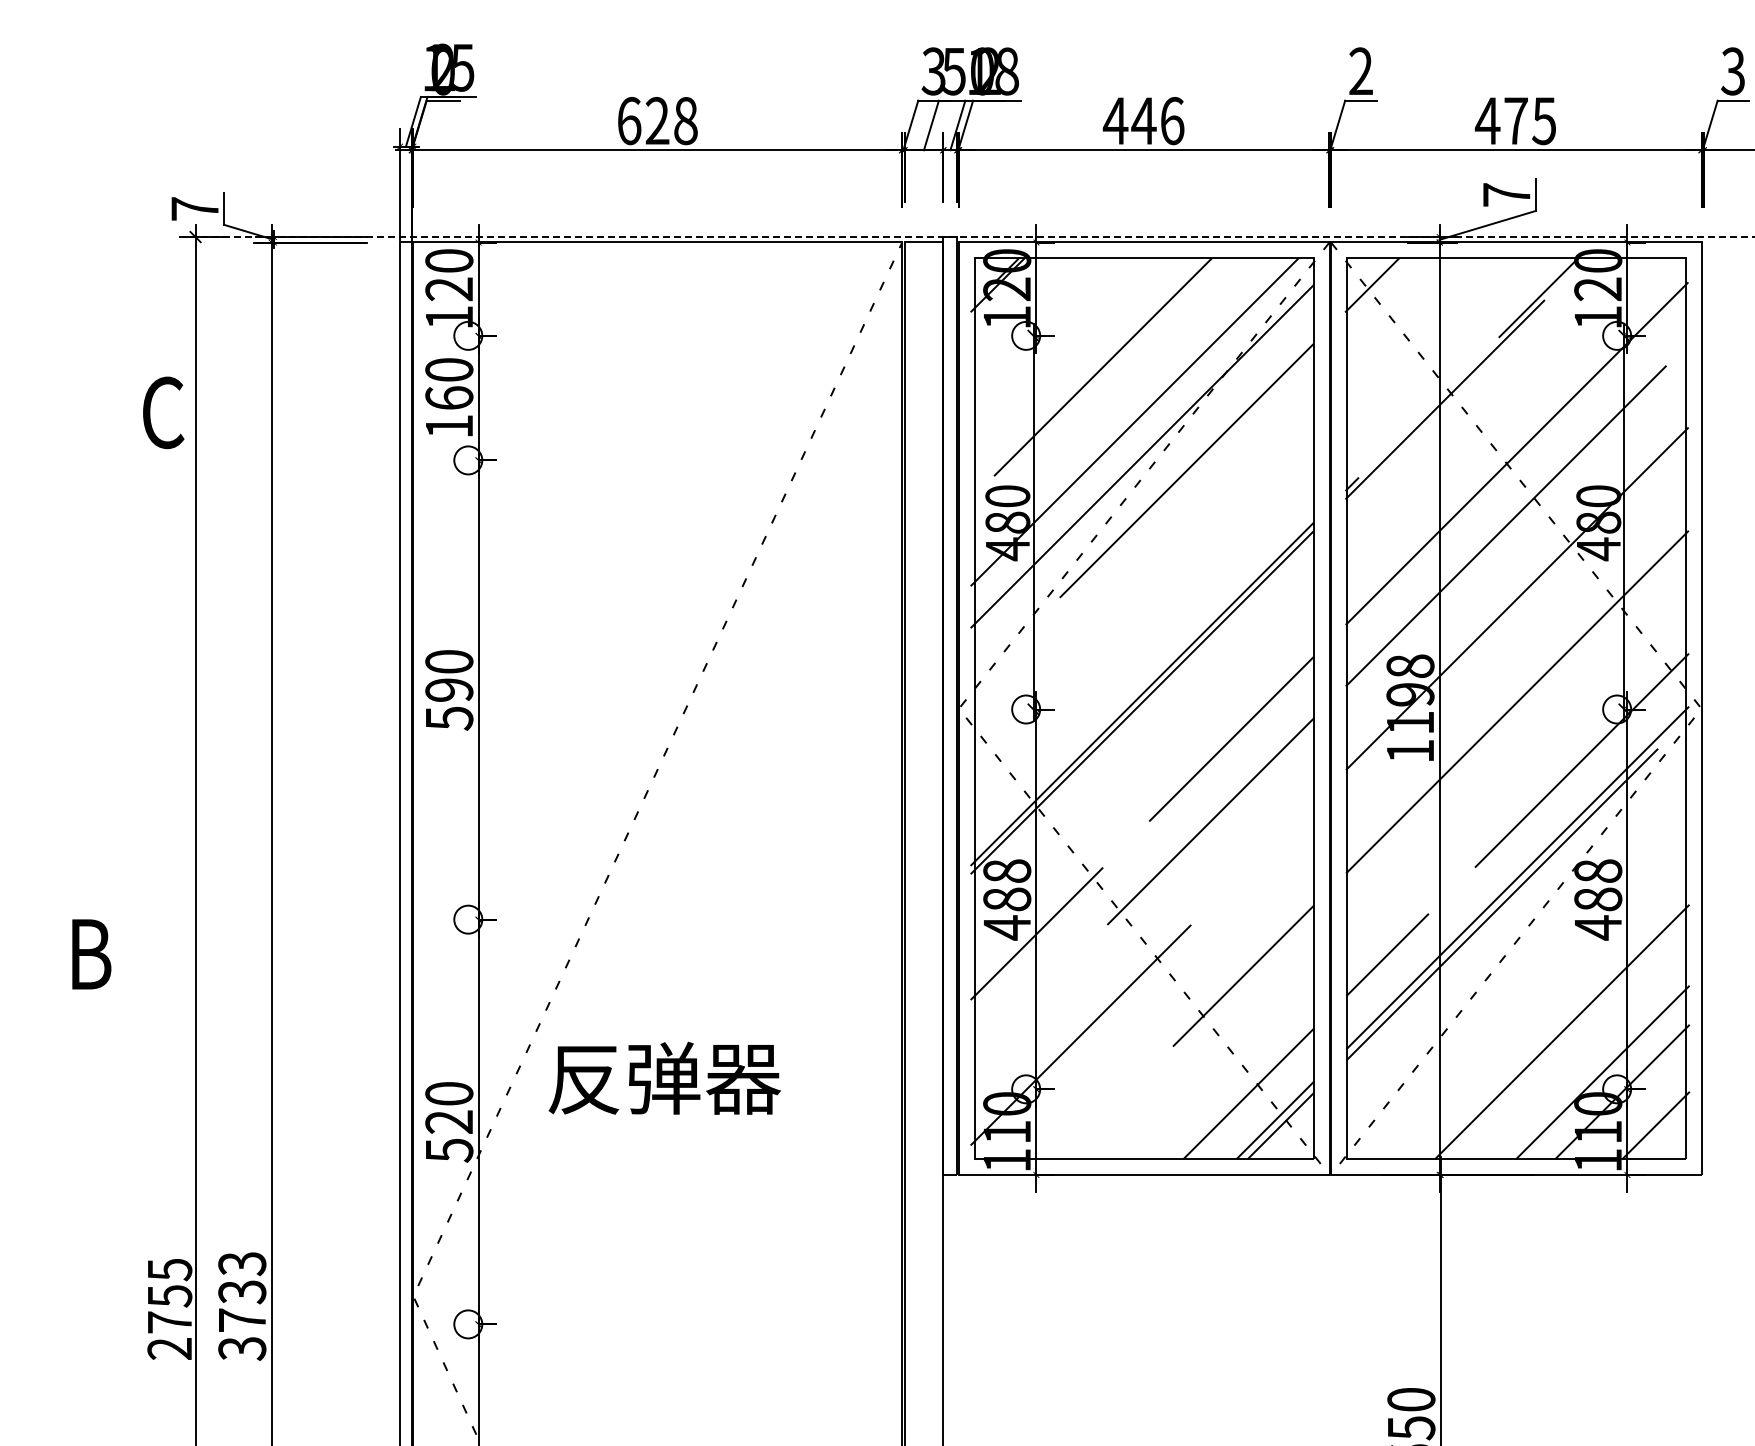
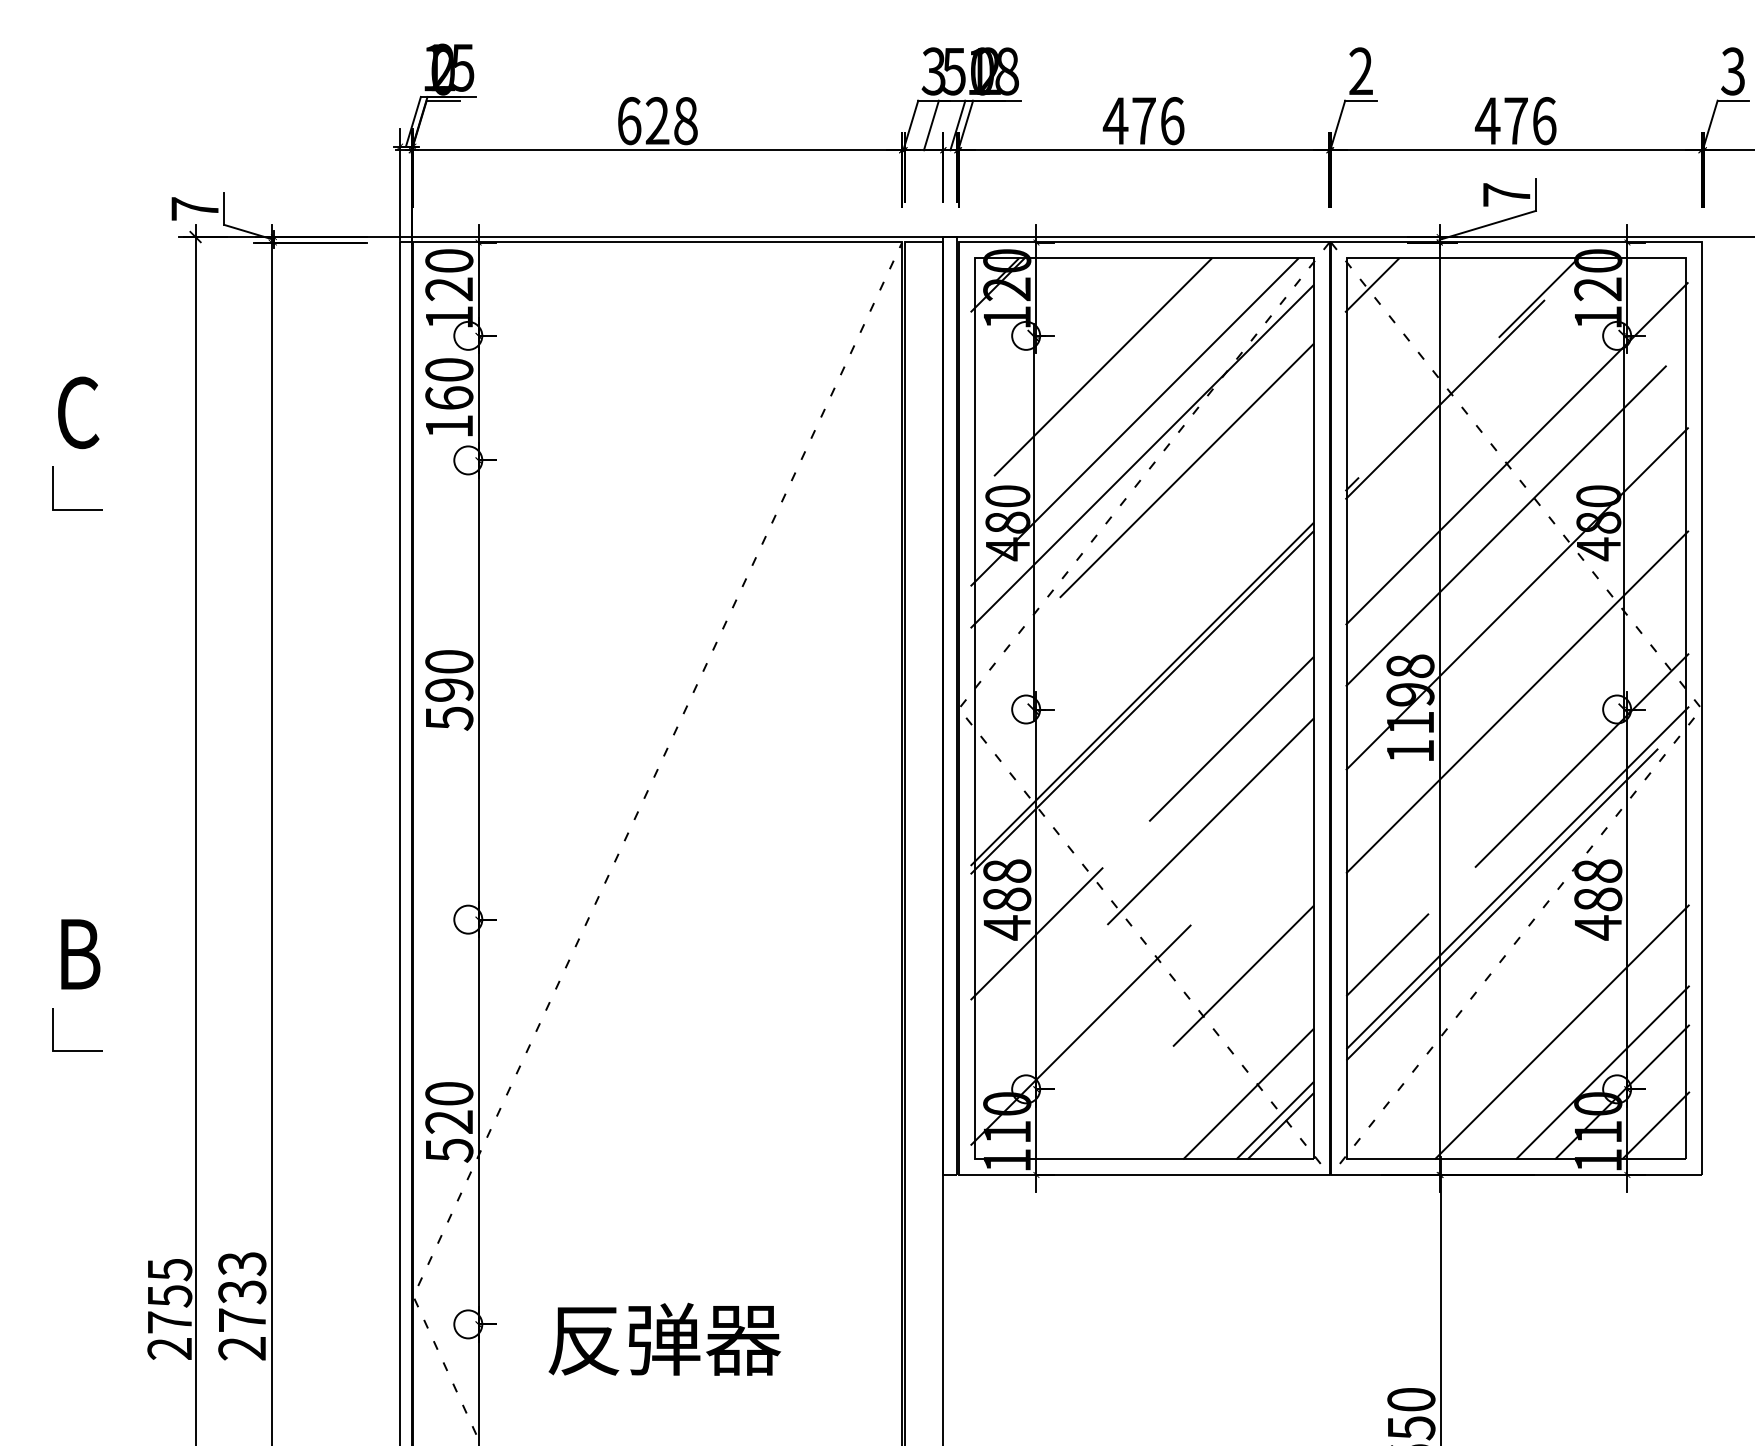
text at (1143, 120): 446 -> 476
text at (1544, 121): 475 -> 476
line at (966, 237): dashed -> solid
text at (163, 412) position: (163, 412) -> (78, 412)
line at (77, 509): none -> present
text at (91, 954) position: (91, 954) -> (80, 954)
line at (77, 1050): none -> present
text at (664, 1077) position: (664, 1077) -> (664, 1338)
text at (242, 1348): 3733 -> 2733
